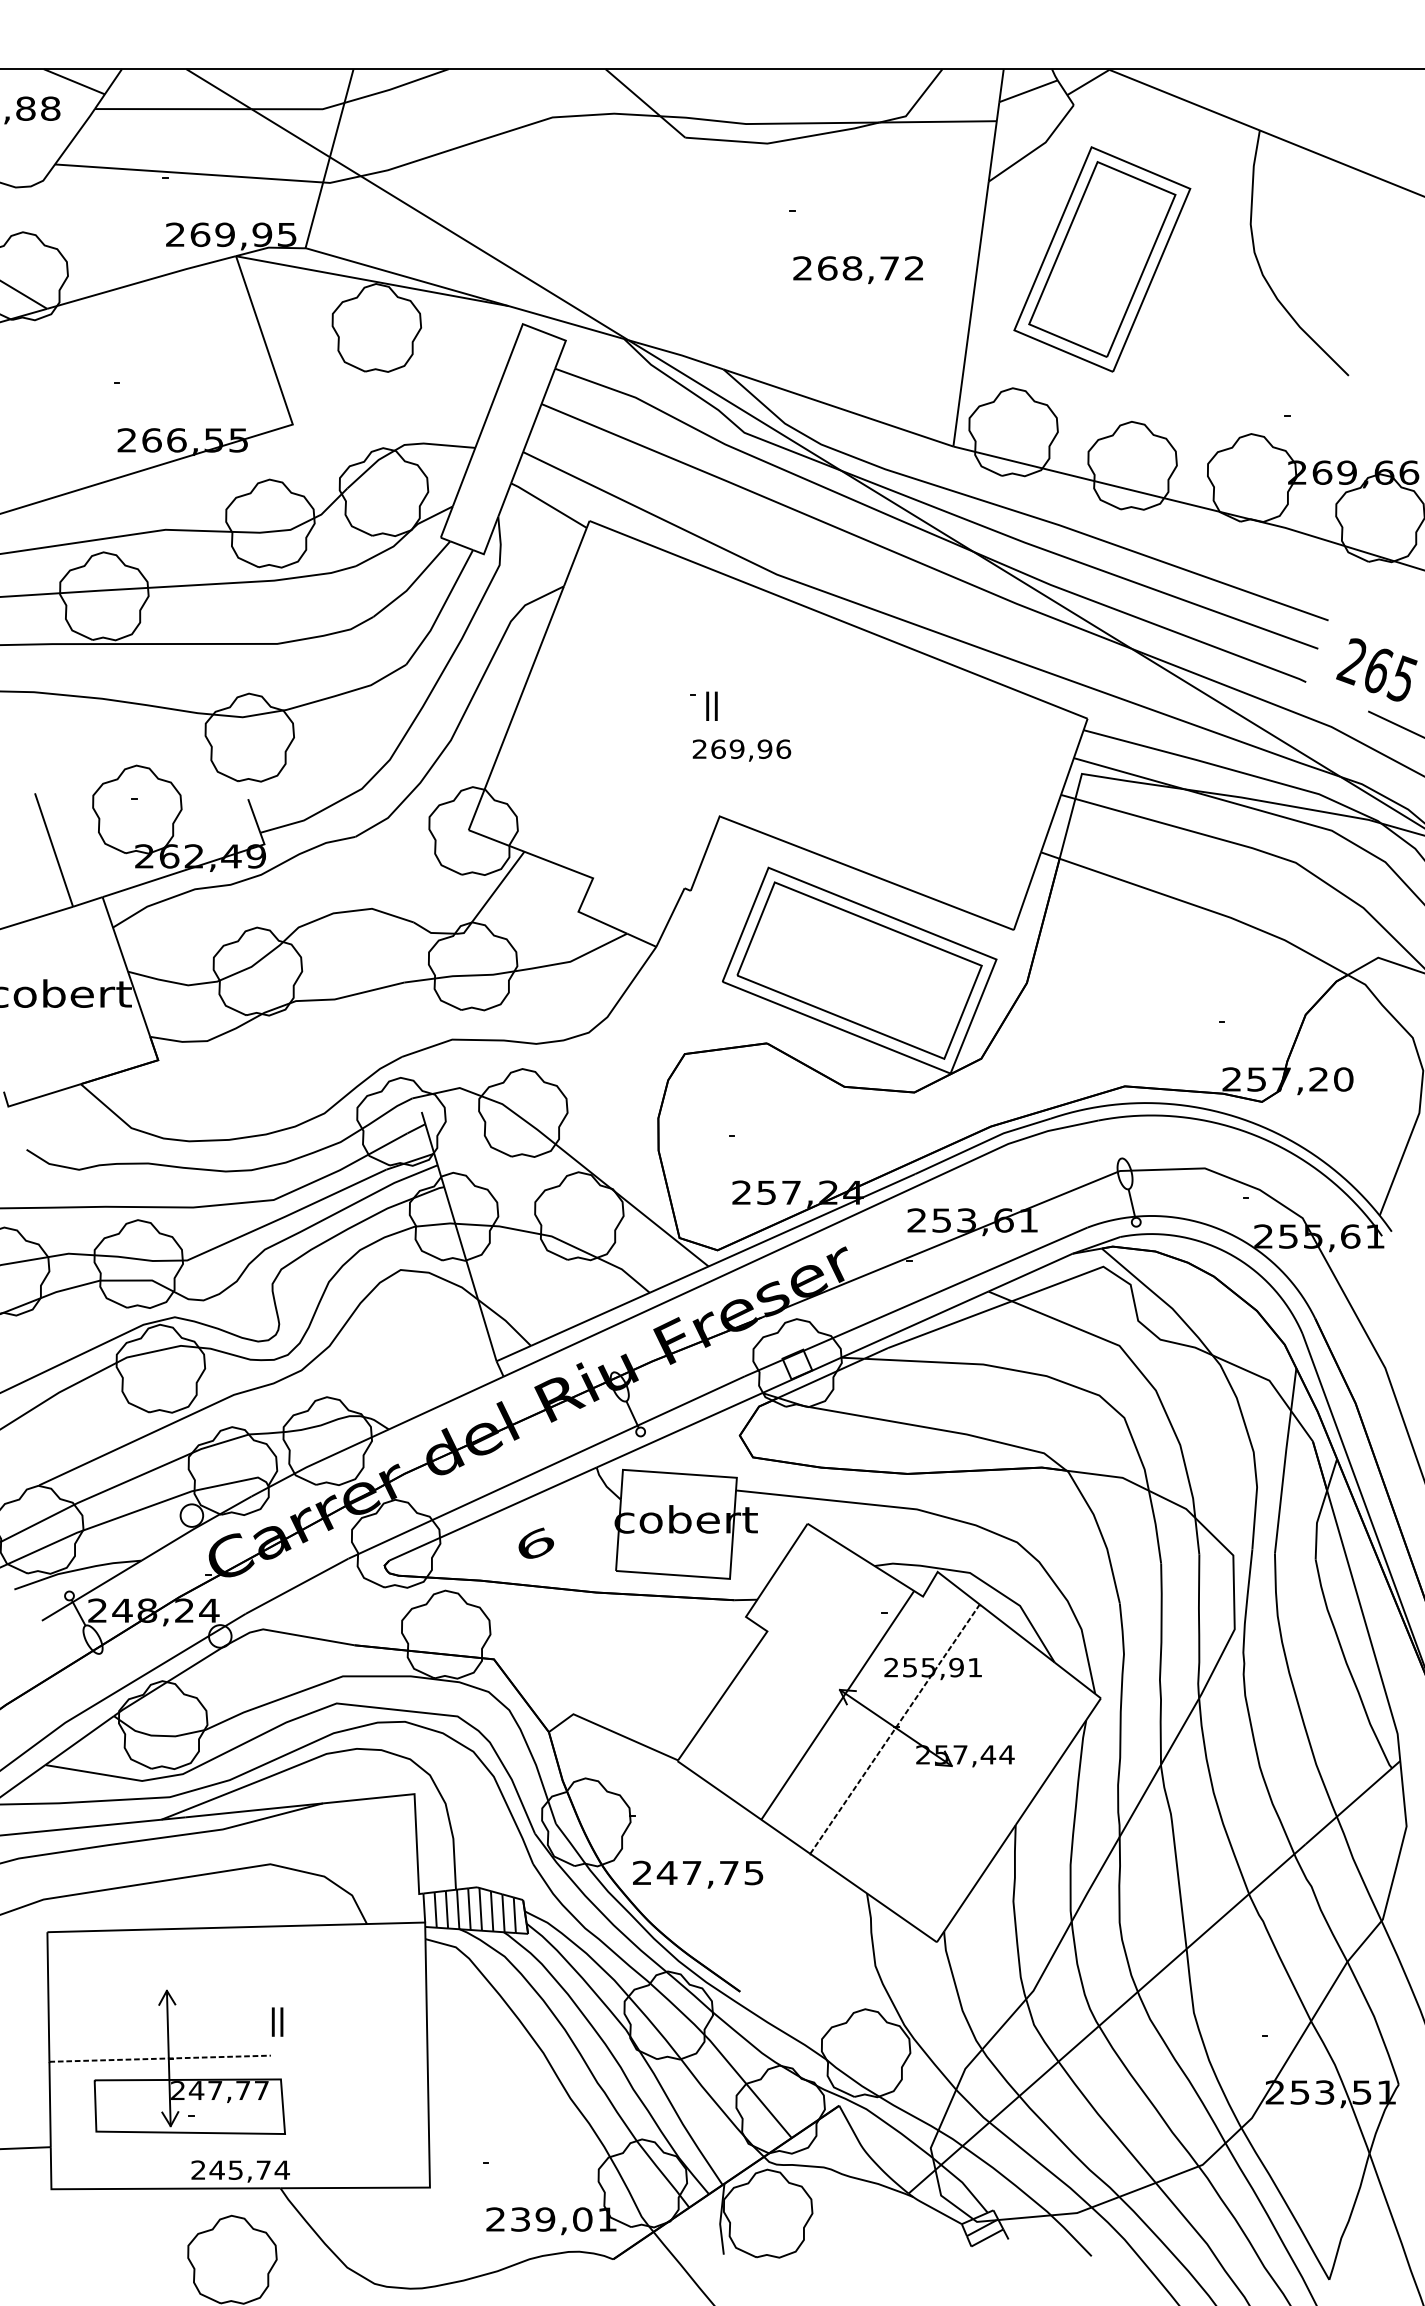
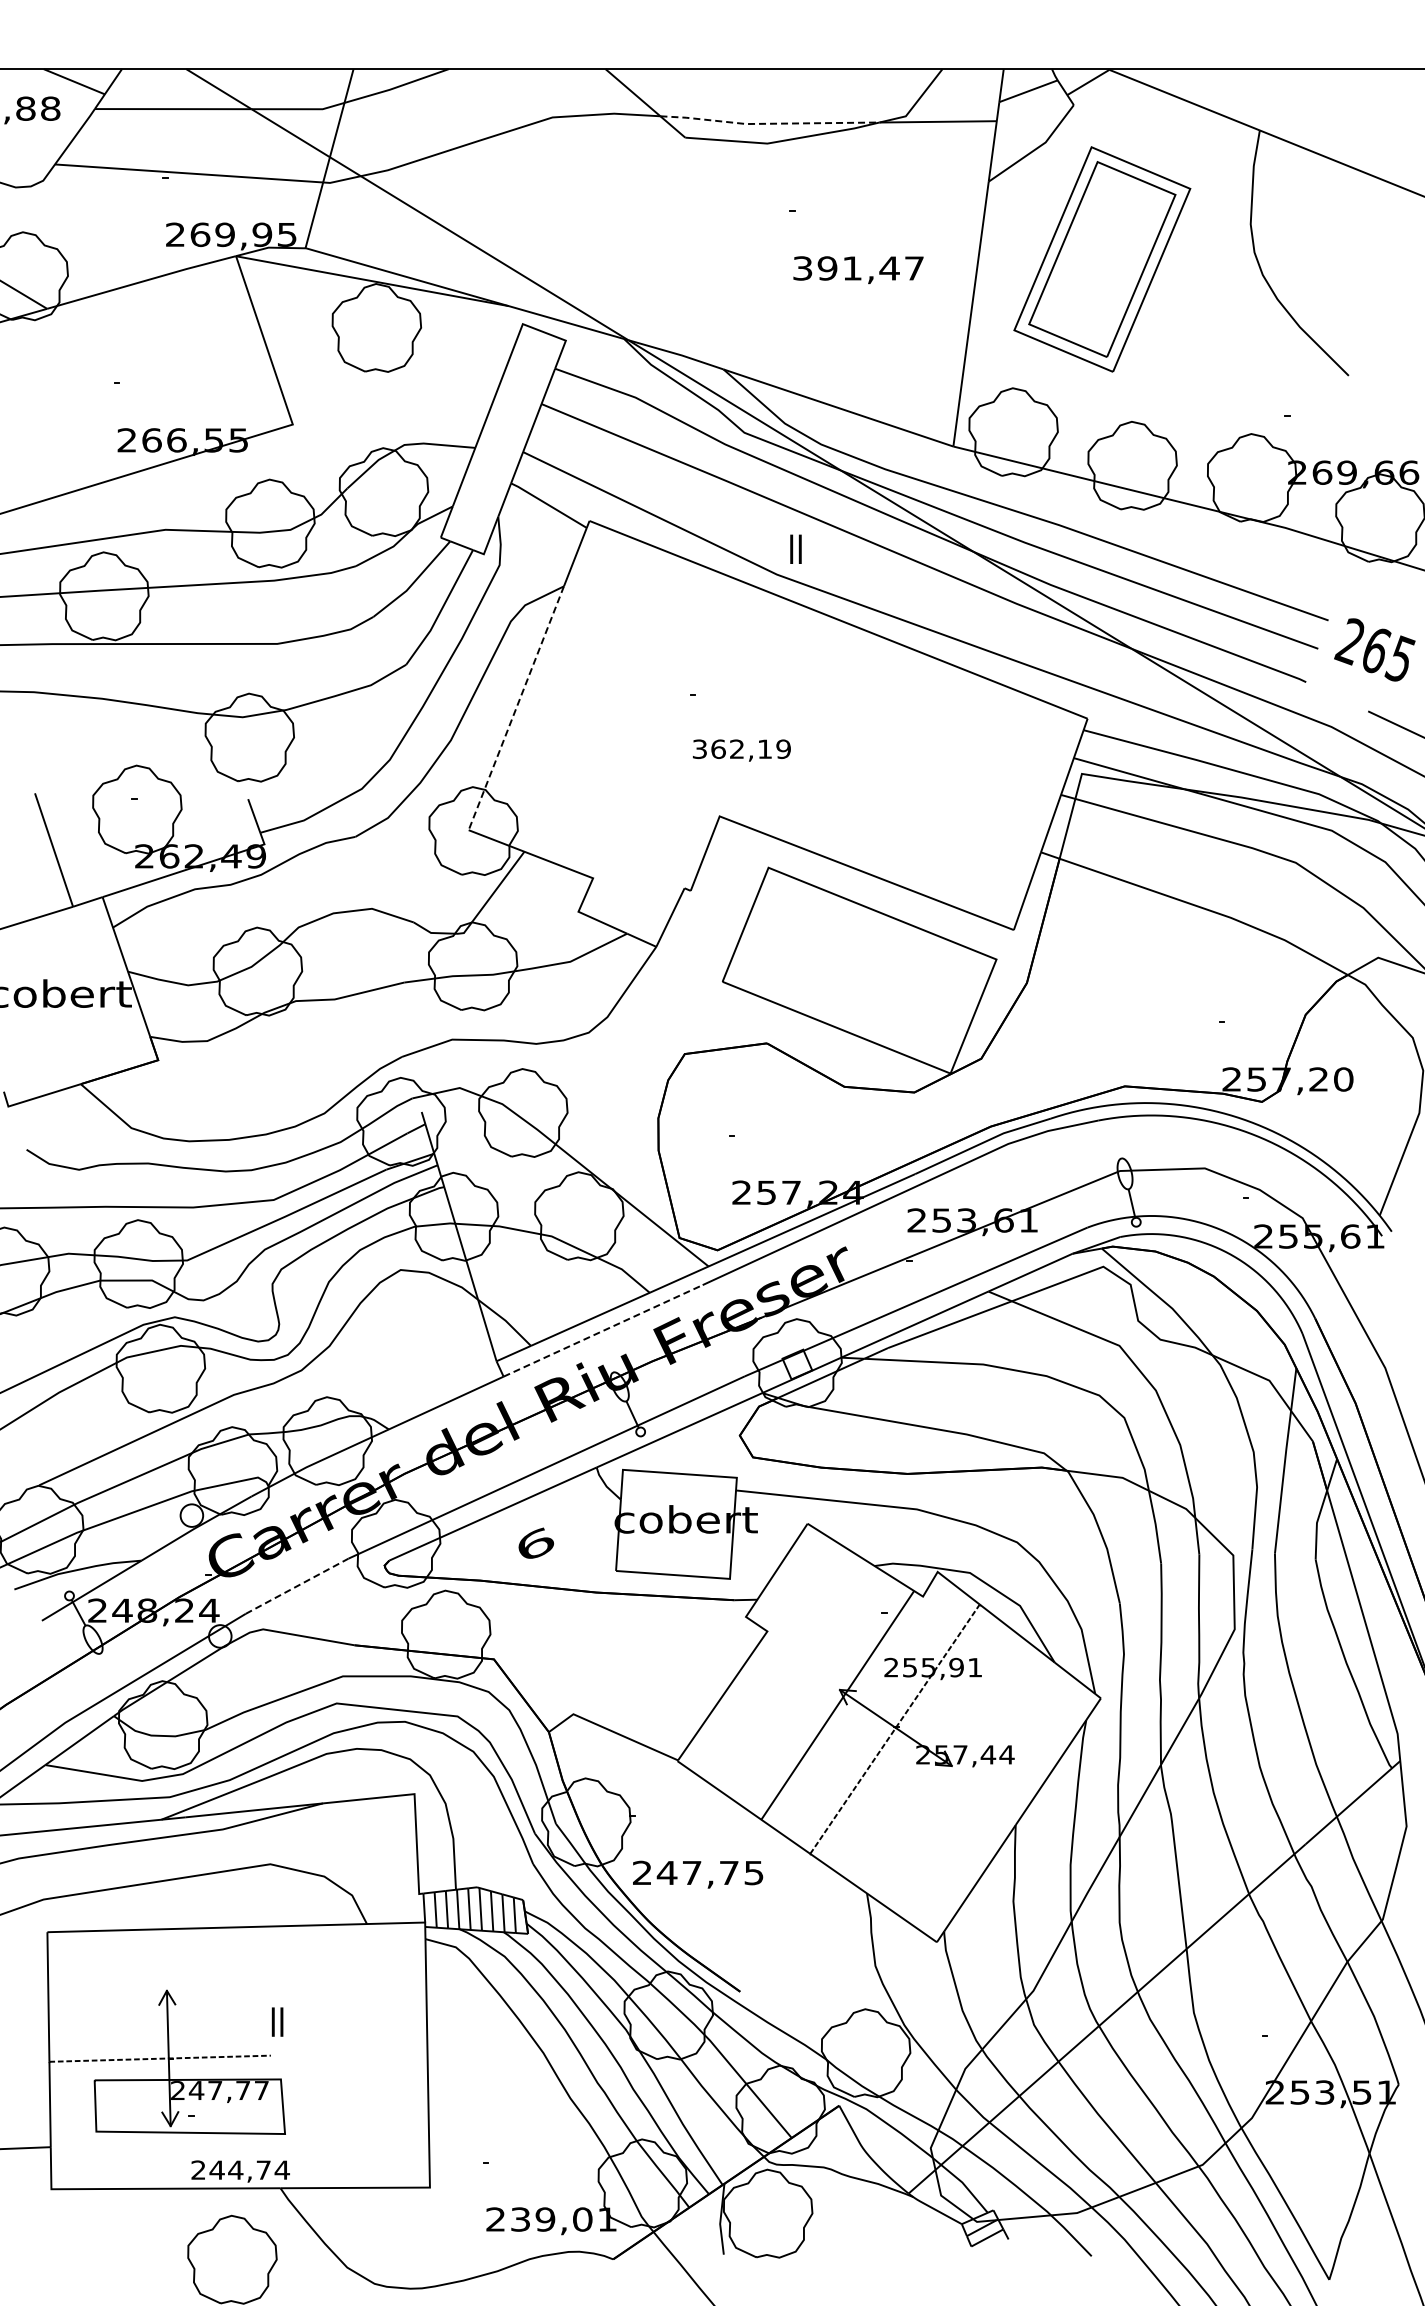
line at (768, 123): solid -> dashed
text at (858, 268): 268,72 -> 391,47
text at (1376, 669) position: (1376, 669) -> (1374, 649)
text at (711, 705) position: (711, 705) -> (795, 548)
line at (516, 708): solid -> dashed
text at (741, 749): 269,96 -> 362,19
part at (859, 970): present -> none
line at (603, 1330): solid -> dashed
line at (297, 1586): solid -> dashed
text at (235, 2169): 245,74 -> 244,74
